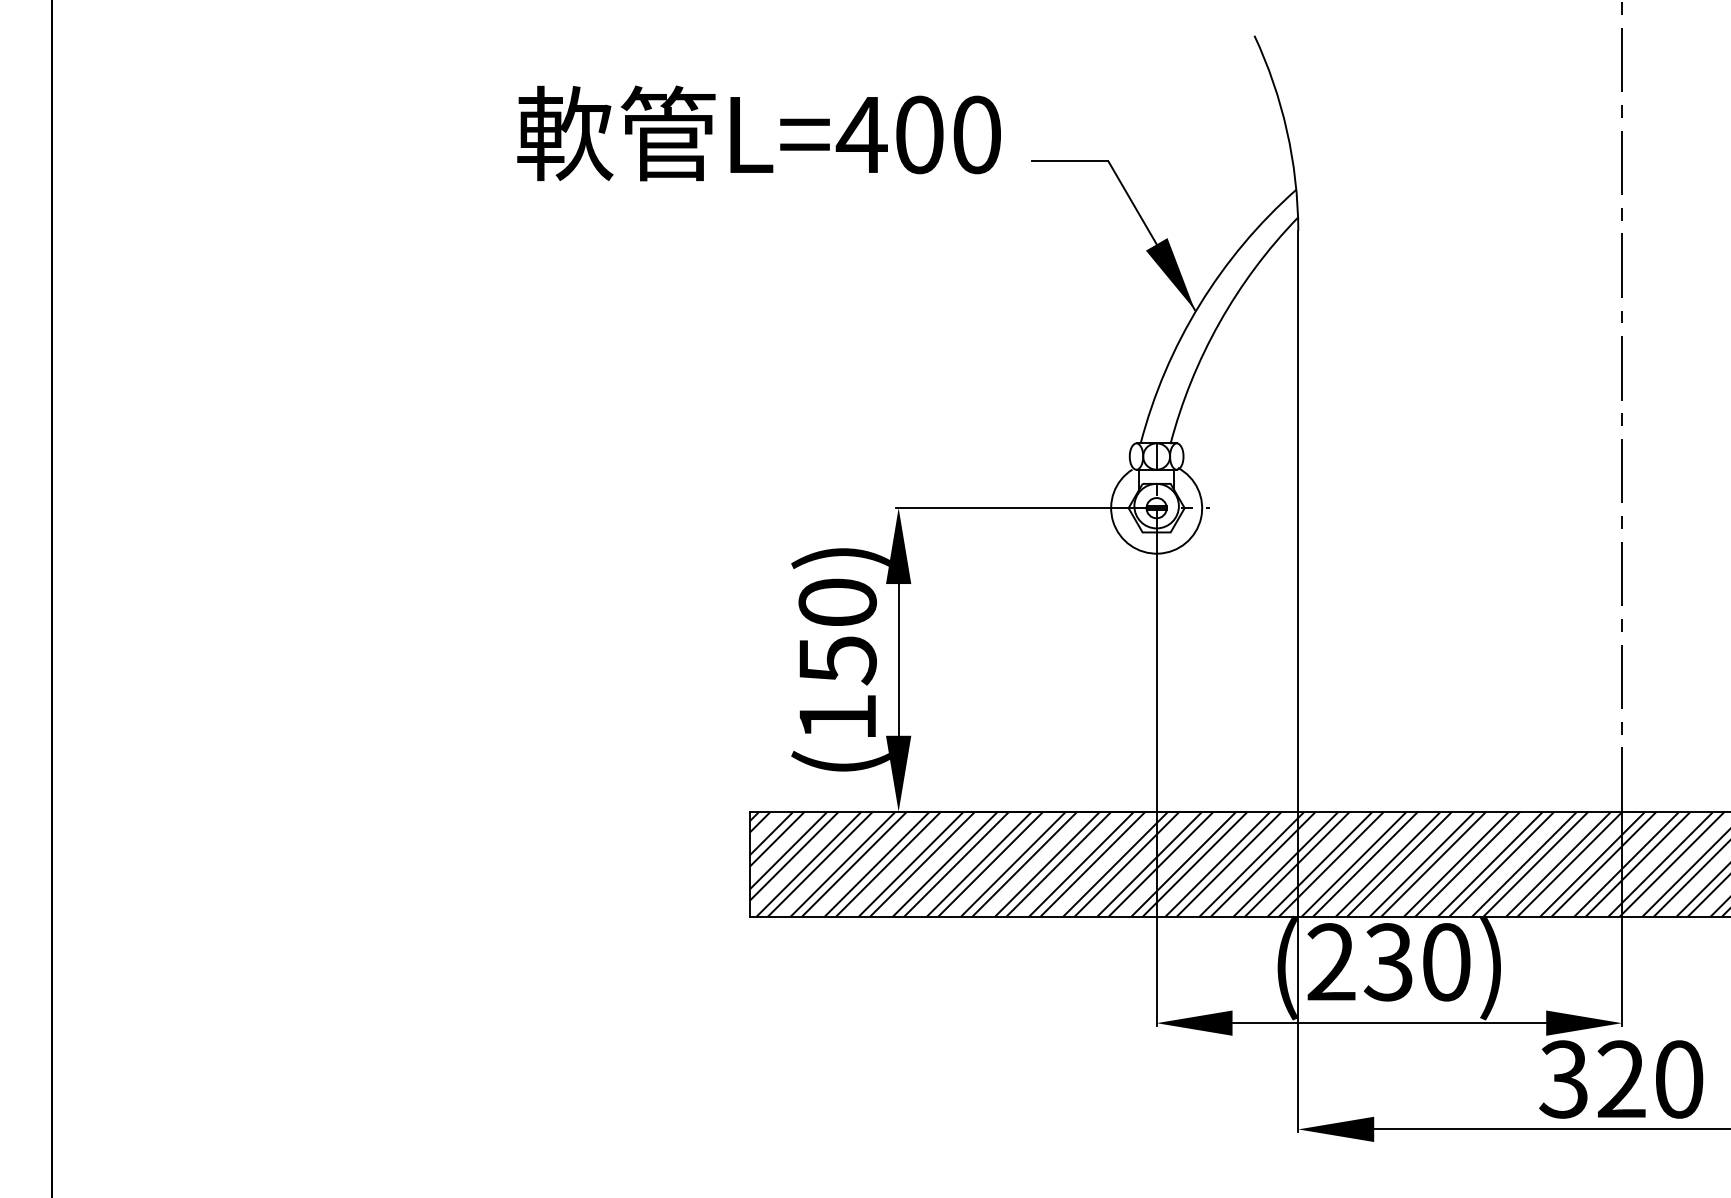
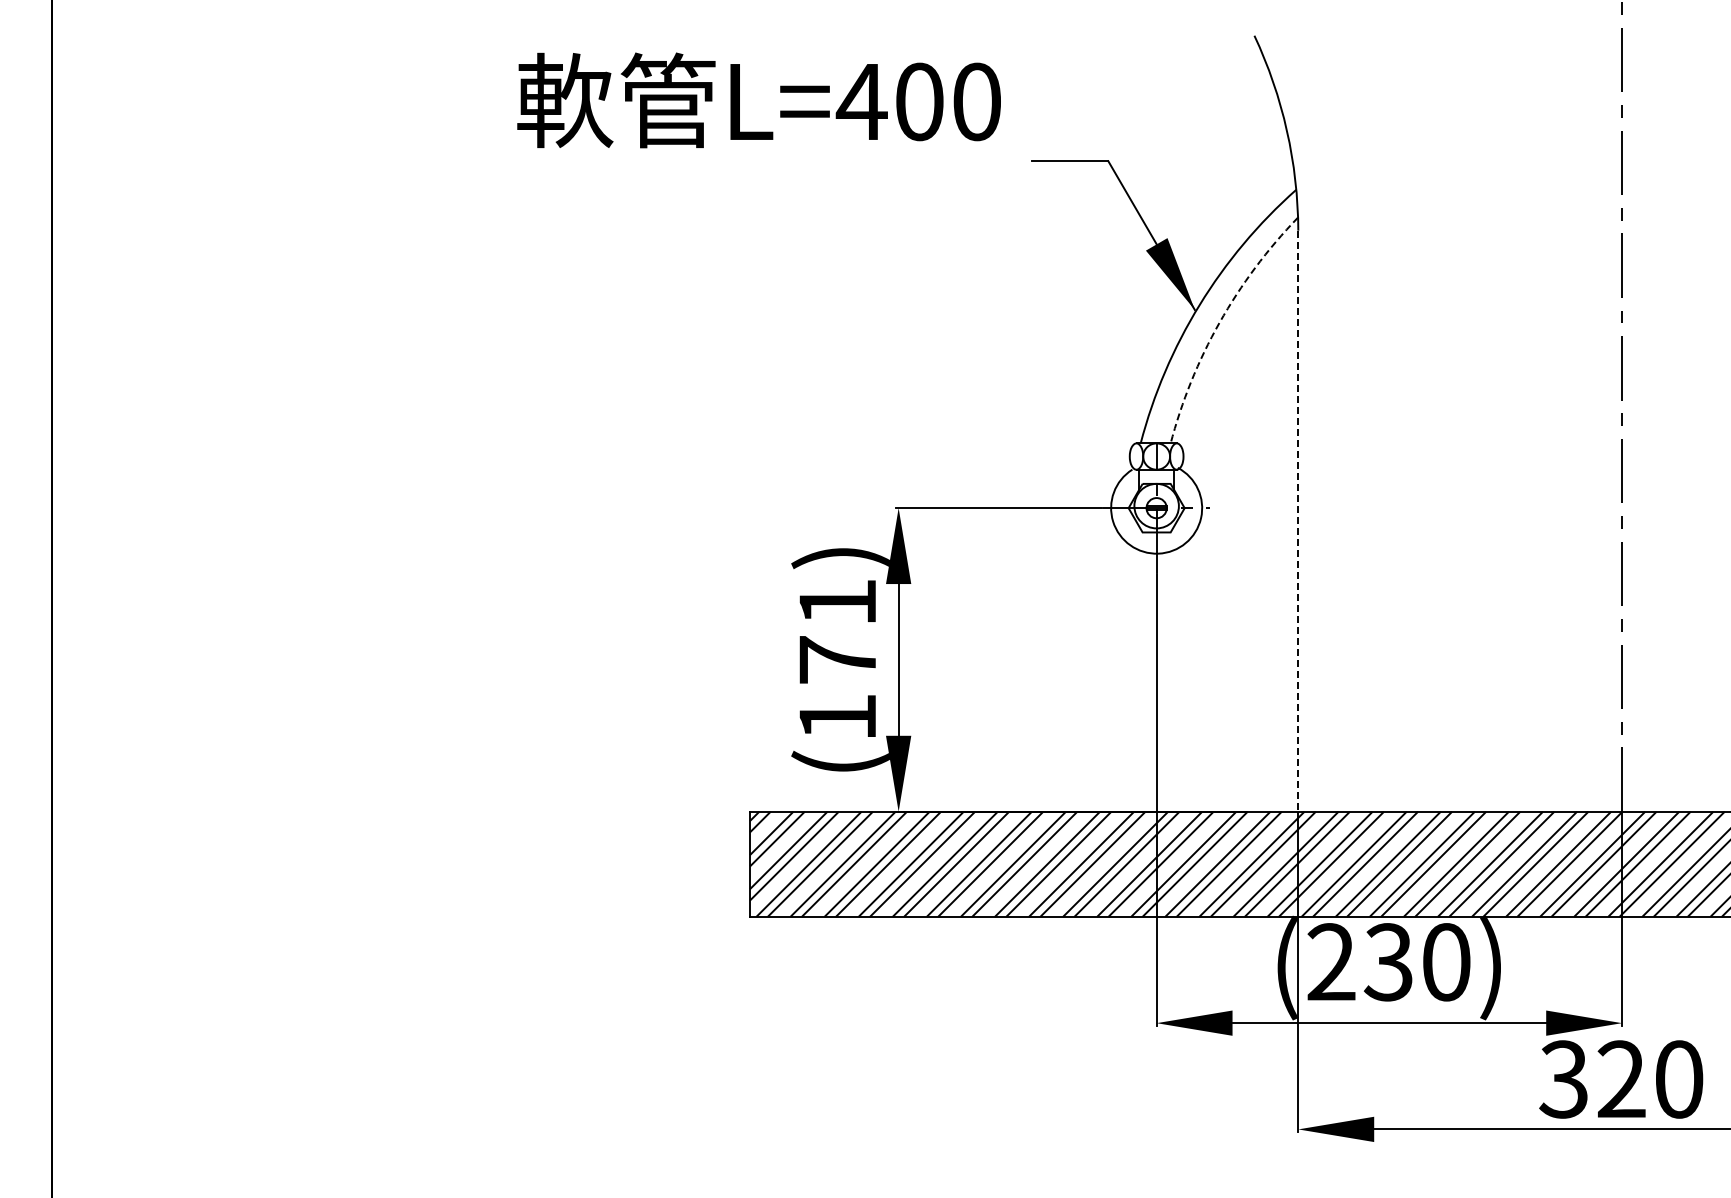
text at (758, 133) position: (758, 133) -> (758, 100)
arc at (1219, 322): solid -> dashed
line at (1298, 521): solid -> dashed
text at (837, 631): (150) -> (171)
